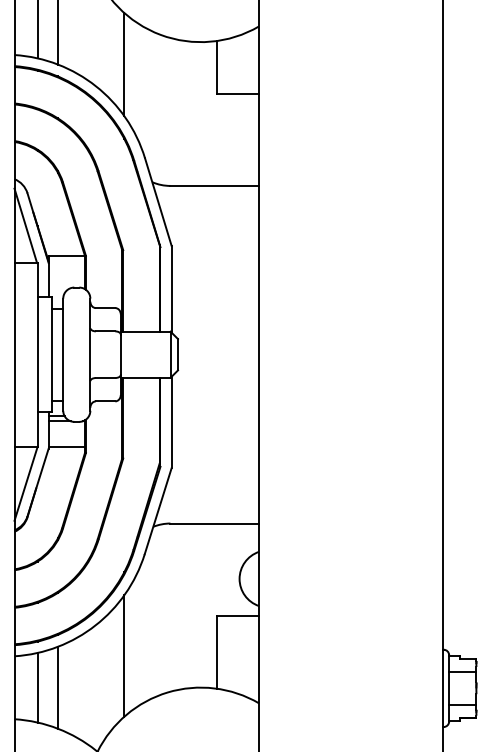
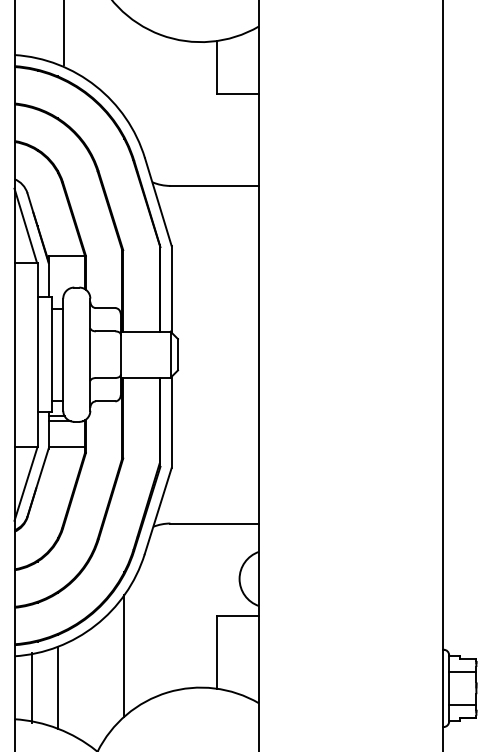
line at (37, 30): present -> none
line at (57, 33) position: (57, 33) -> (63, 33)
line at (124, 64): present -> none
line at (37, 687) position: (37, 687) -> (31, 687)
